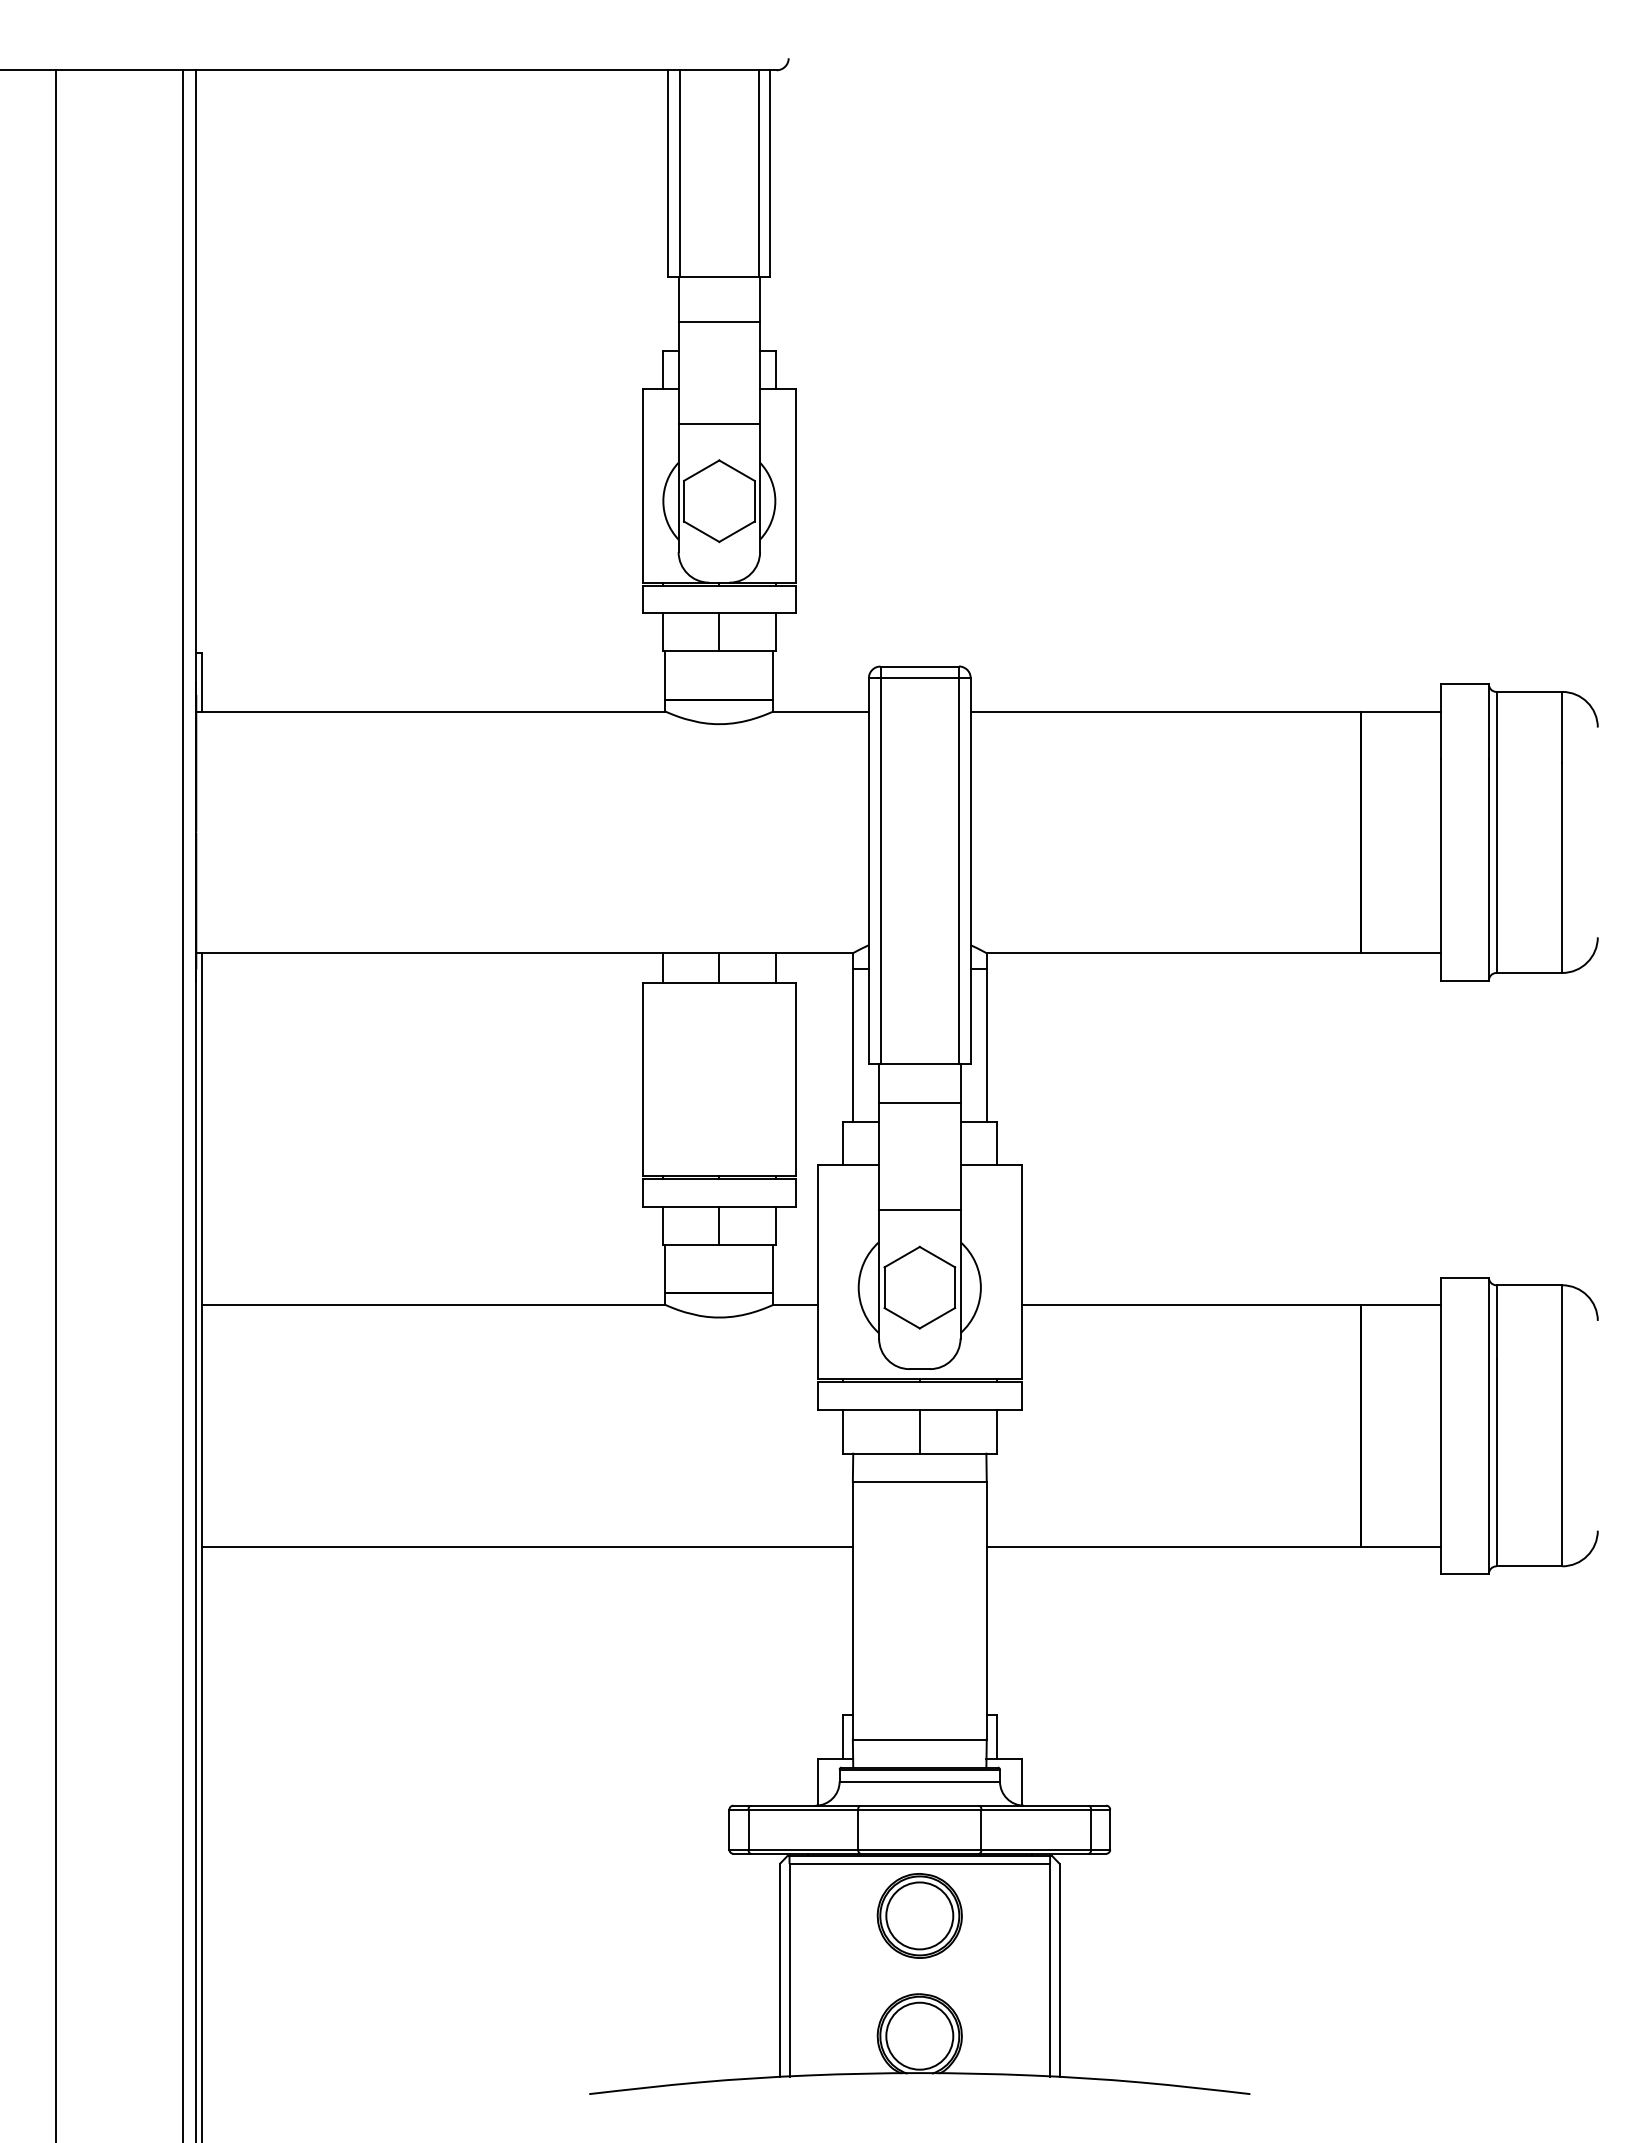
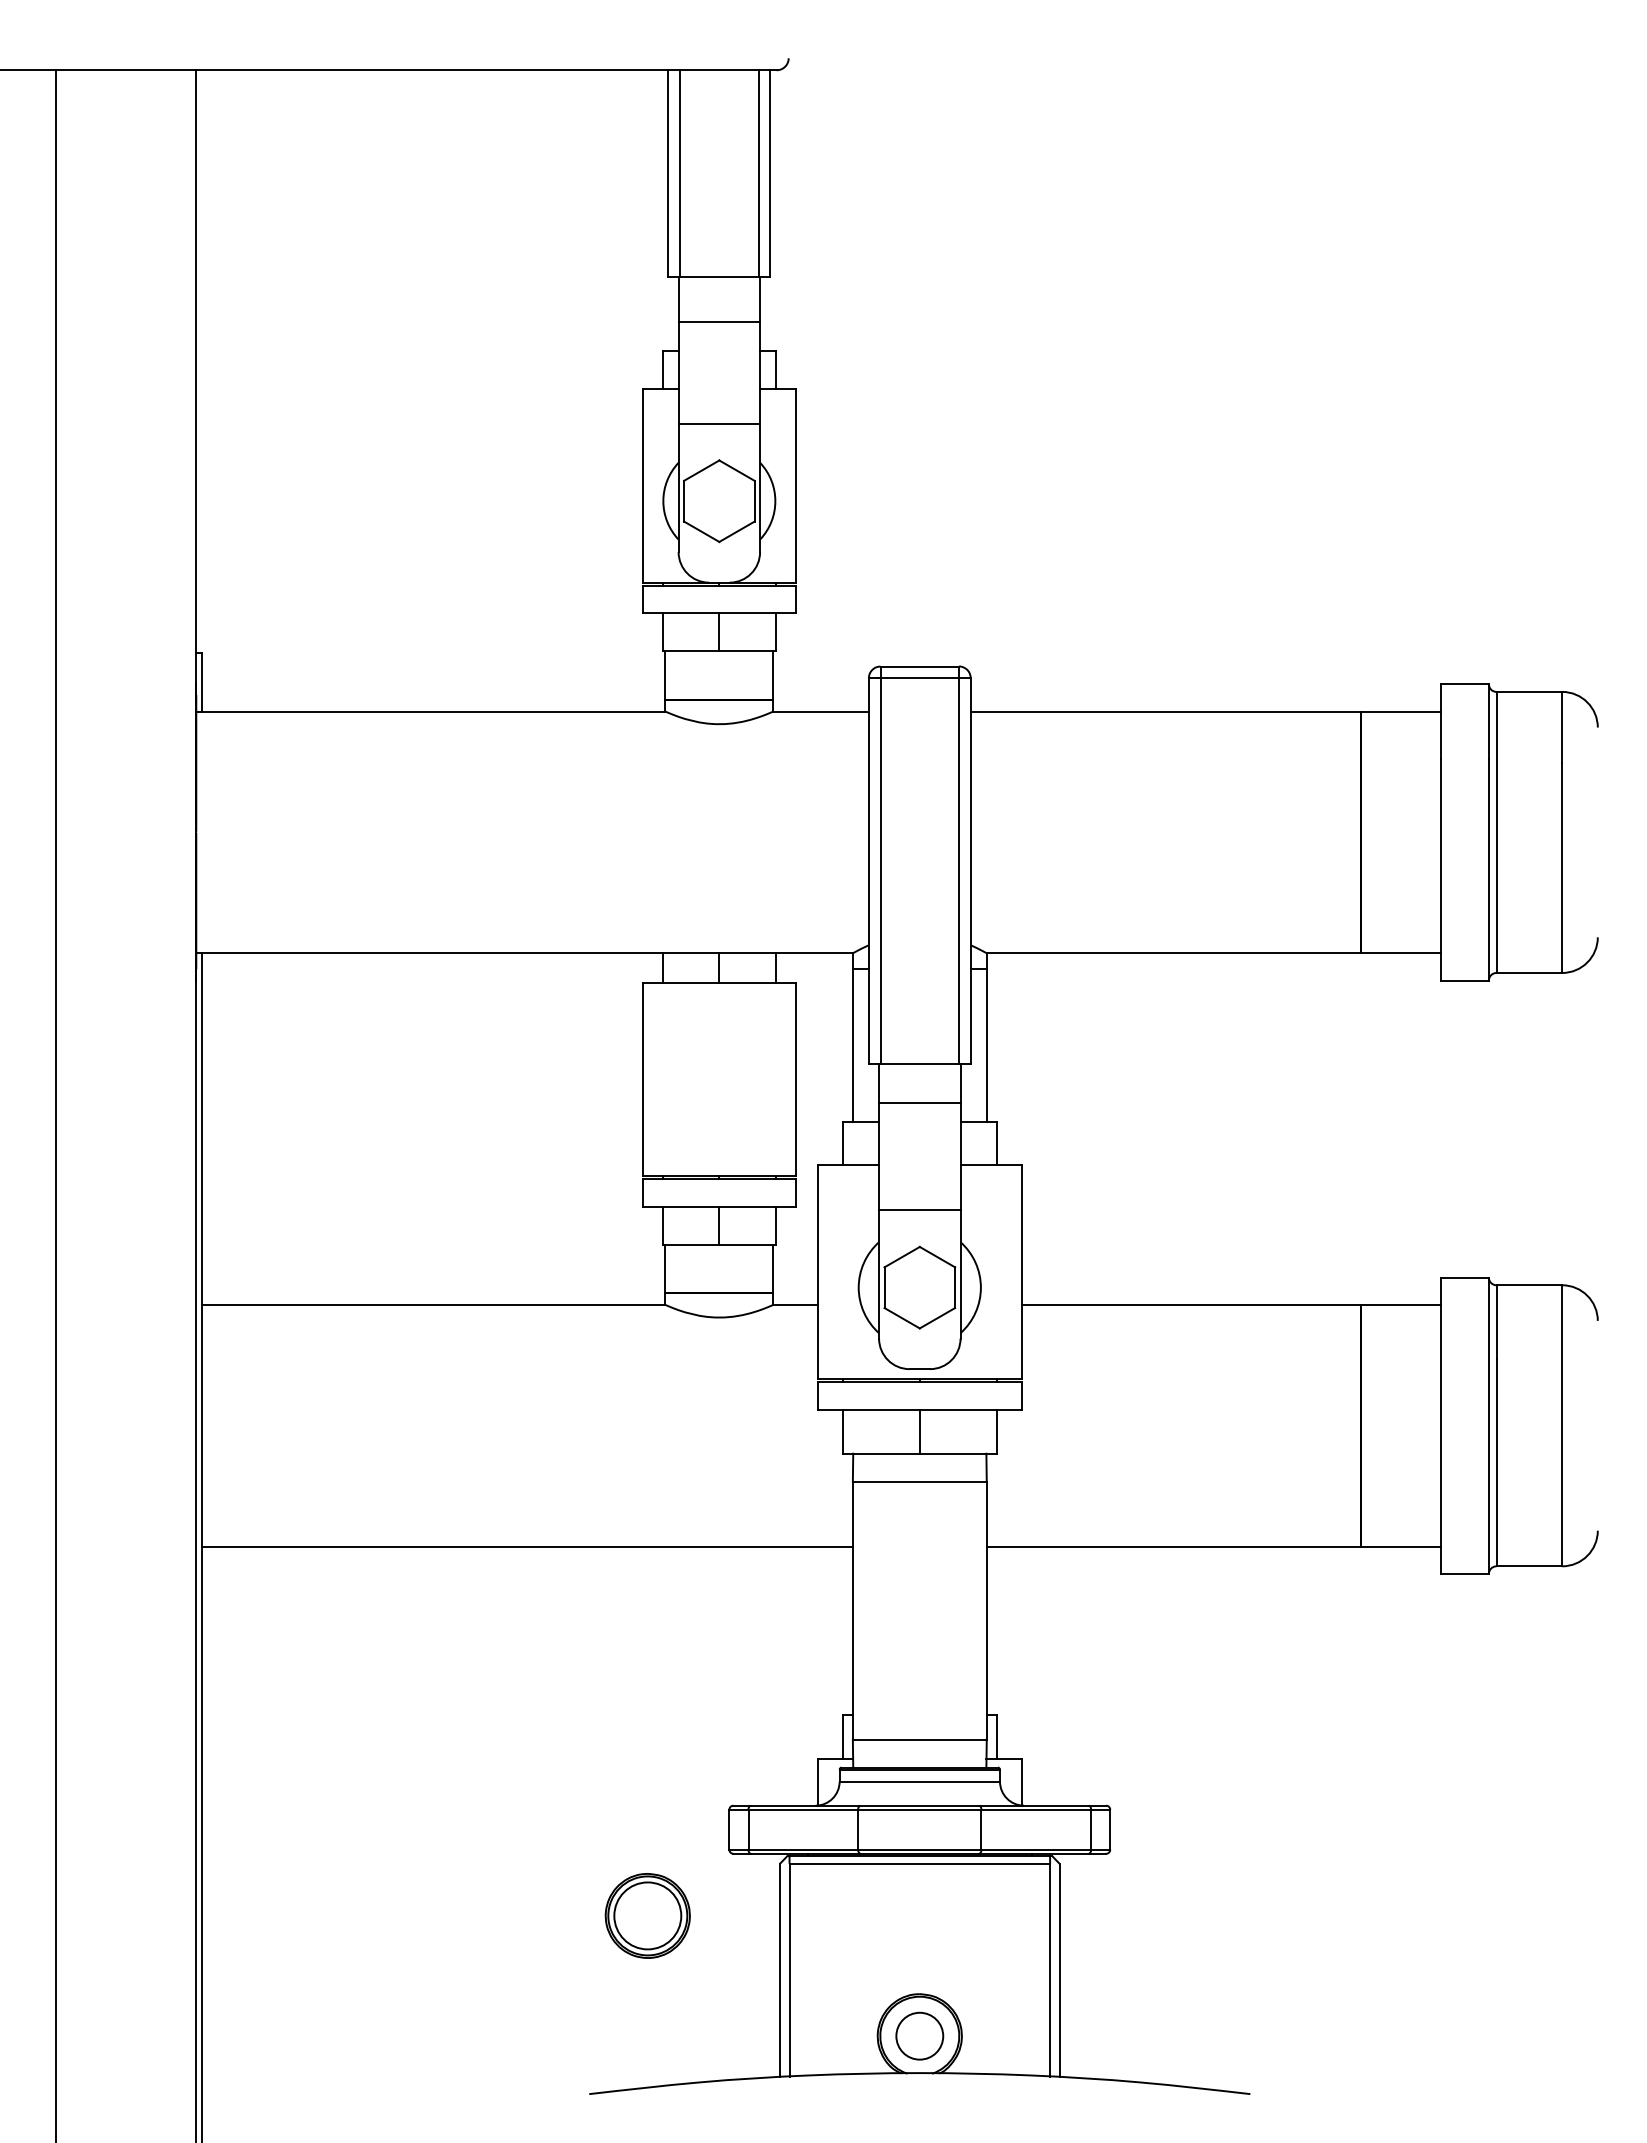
line at (182, 1104): present -> none
part at (919, 1915) position: (919, 1915) -> (647, 1915)
circle at (919, 2035) diameter: 67 px -> 47 px
